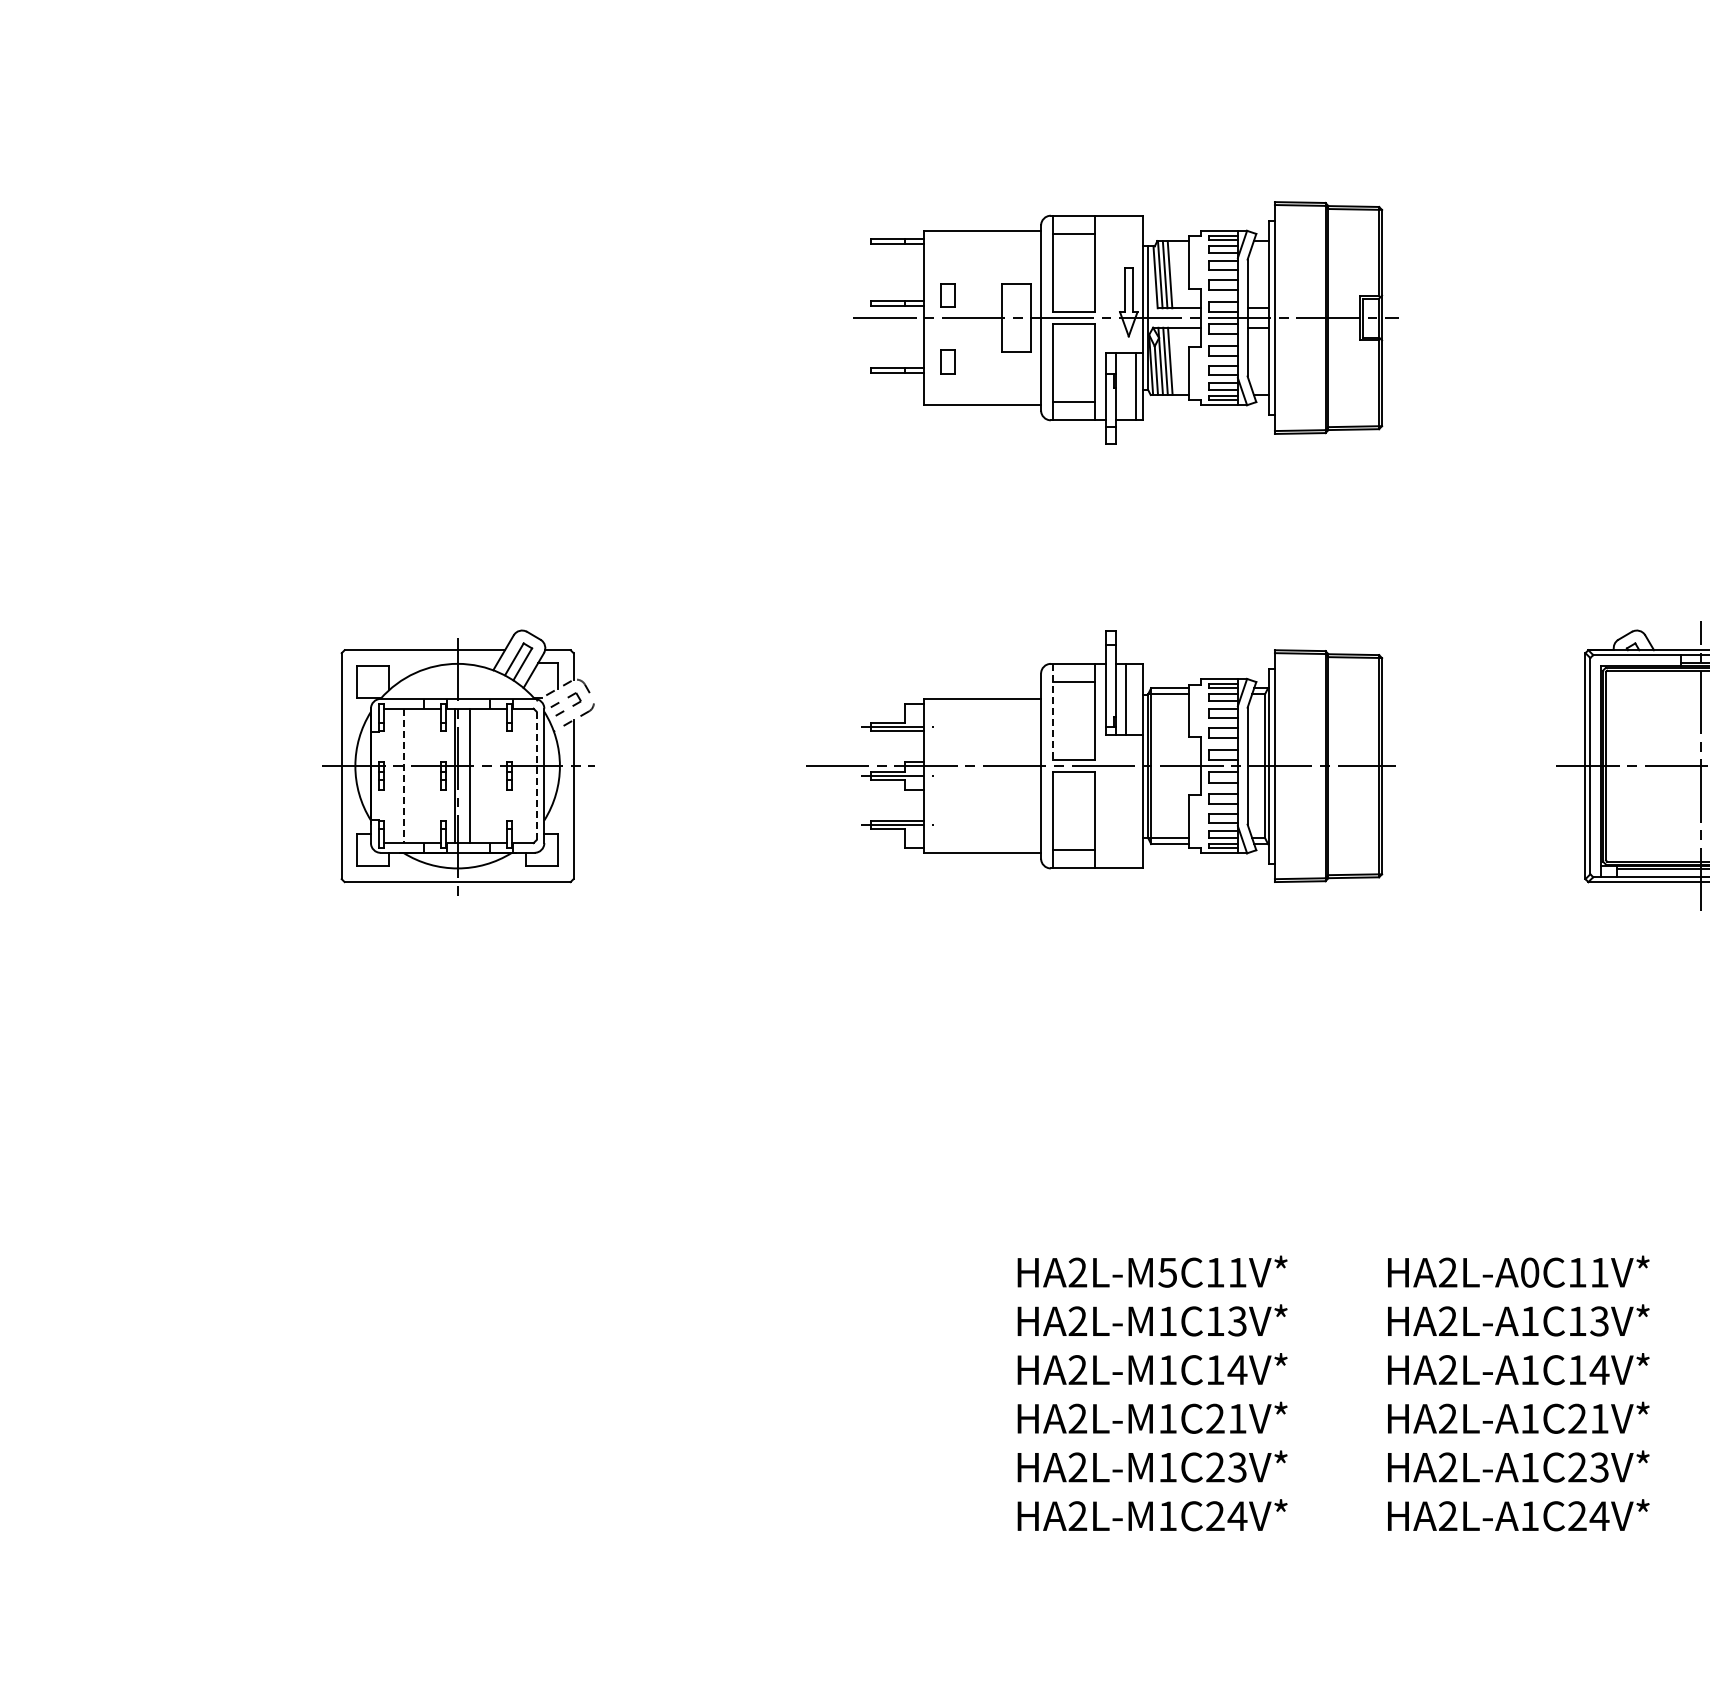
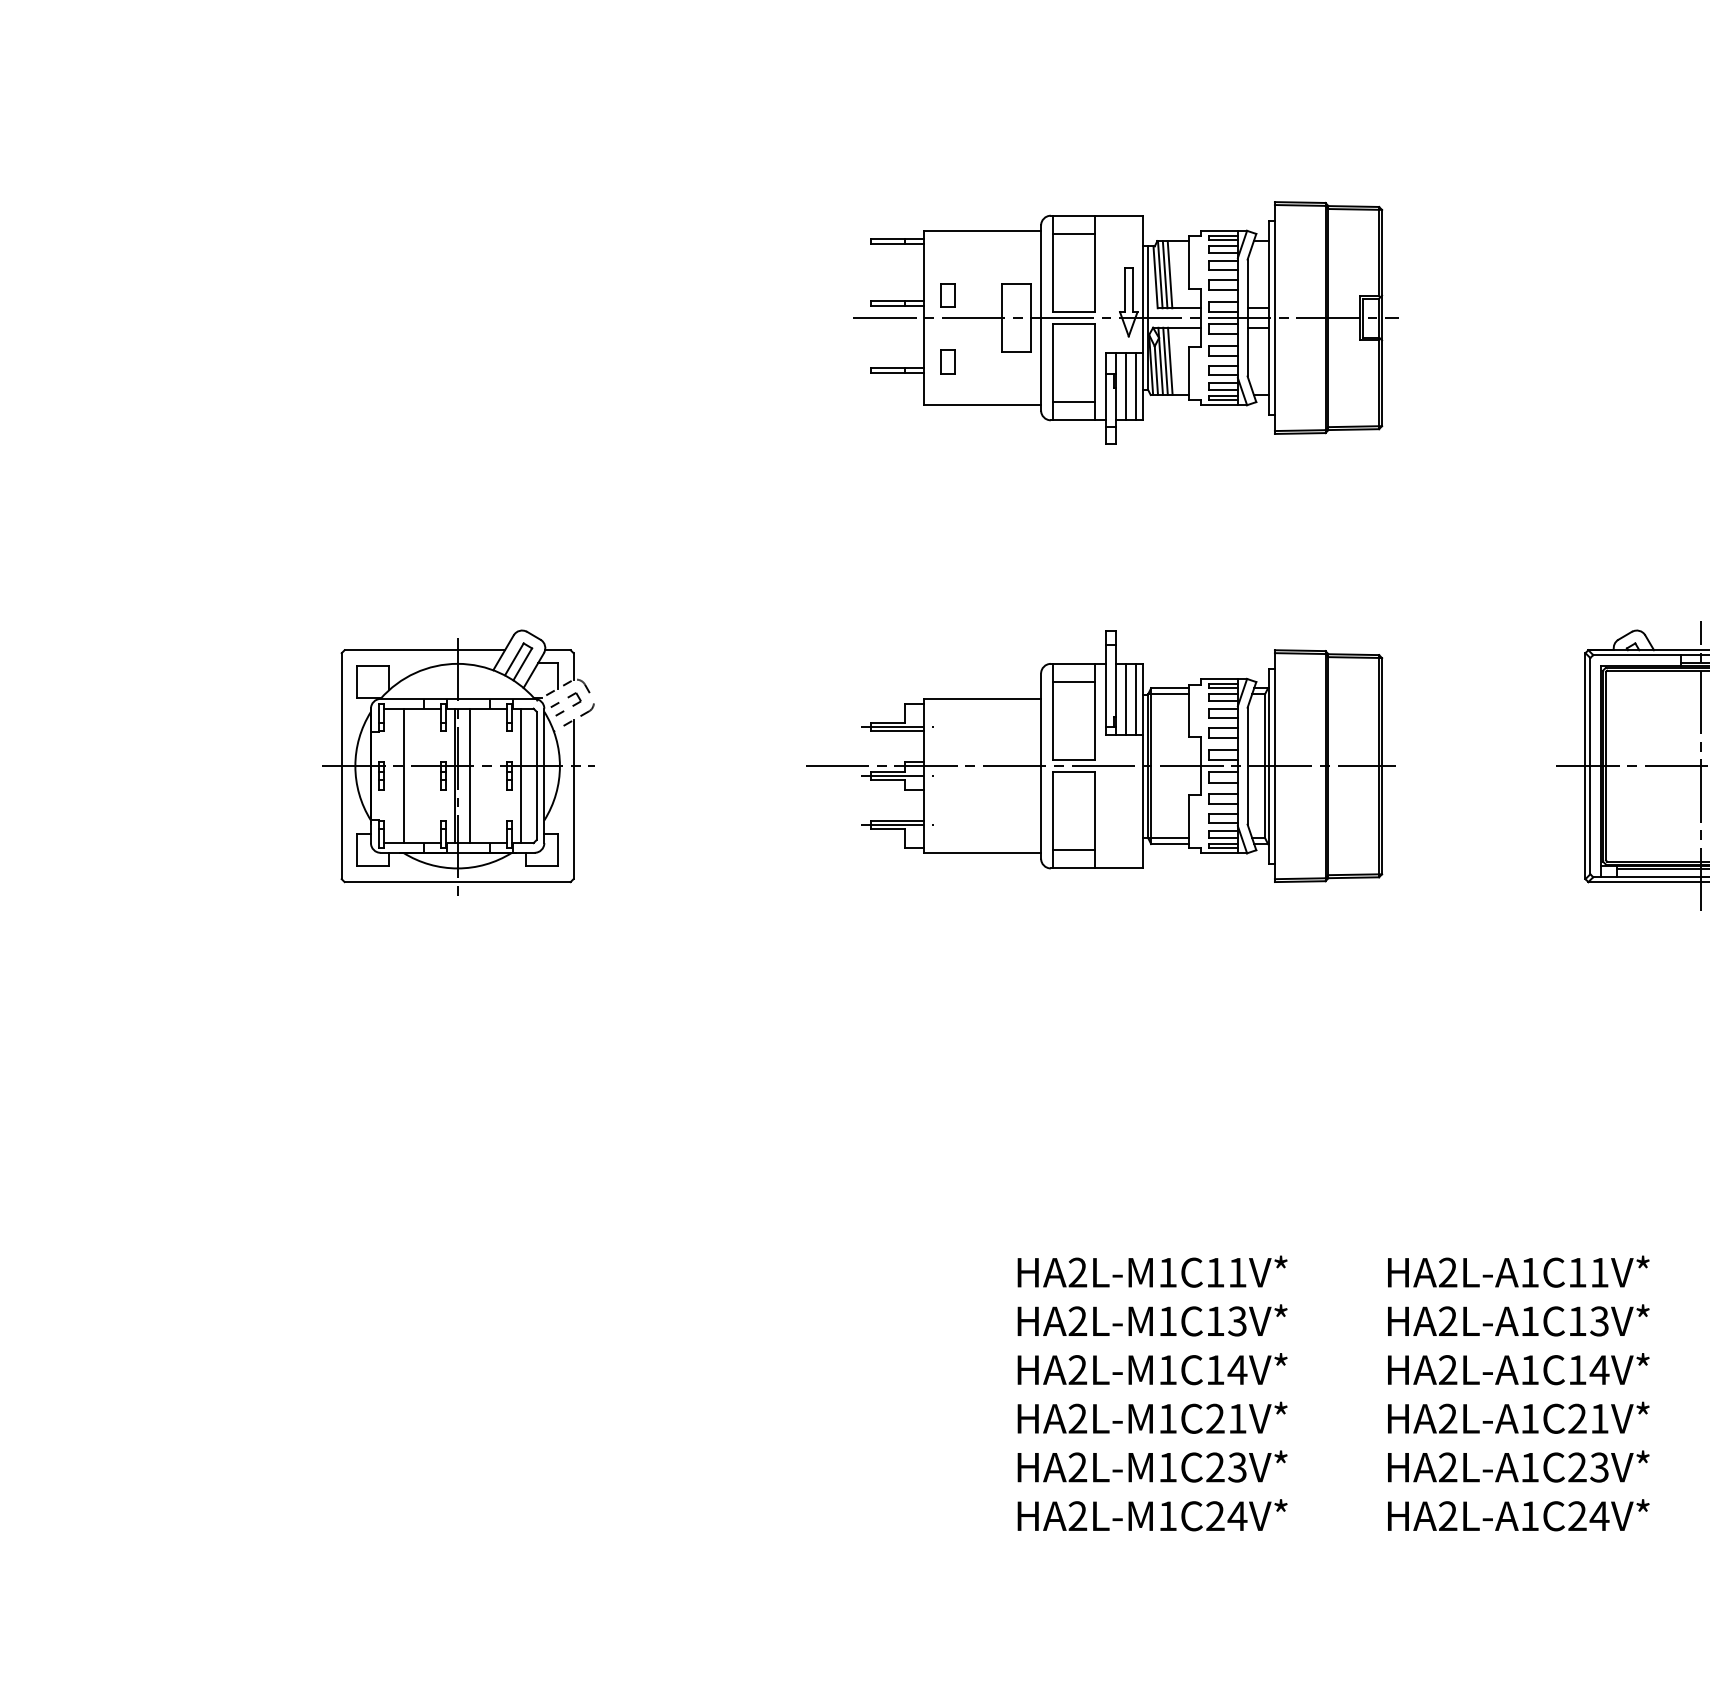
line at (1126, 386): none -> present
line at (1136, 698): none -> present
line at (1052, 712): dashed -> solid
line at (520, 775): none -> present
line at (536, 775): dashed -> solid
line at (404, 776): dashed -> solid
text at (1167, 1272): HA2L-M5C11V* -> HA2L-M1C11V*
text at (1530, 1272): HA2L-A0C11V* -> HA2L-A1C11V*
